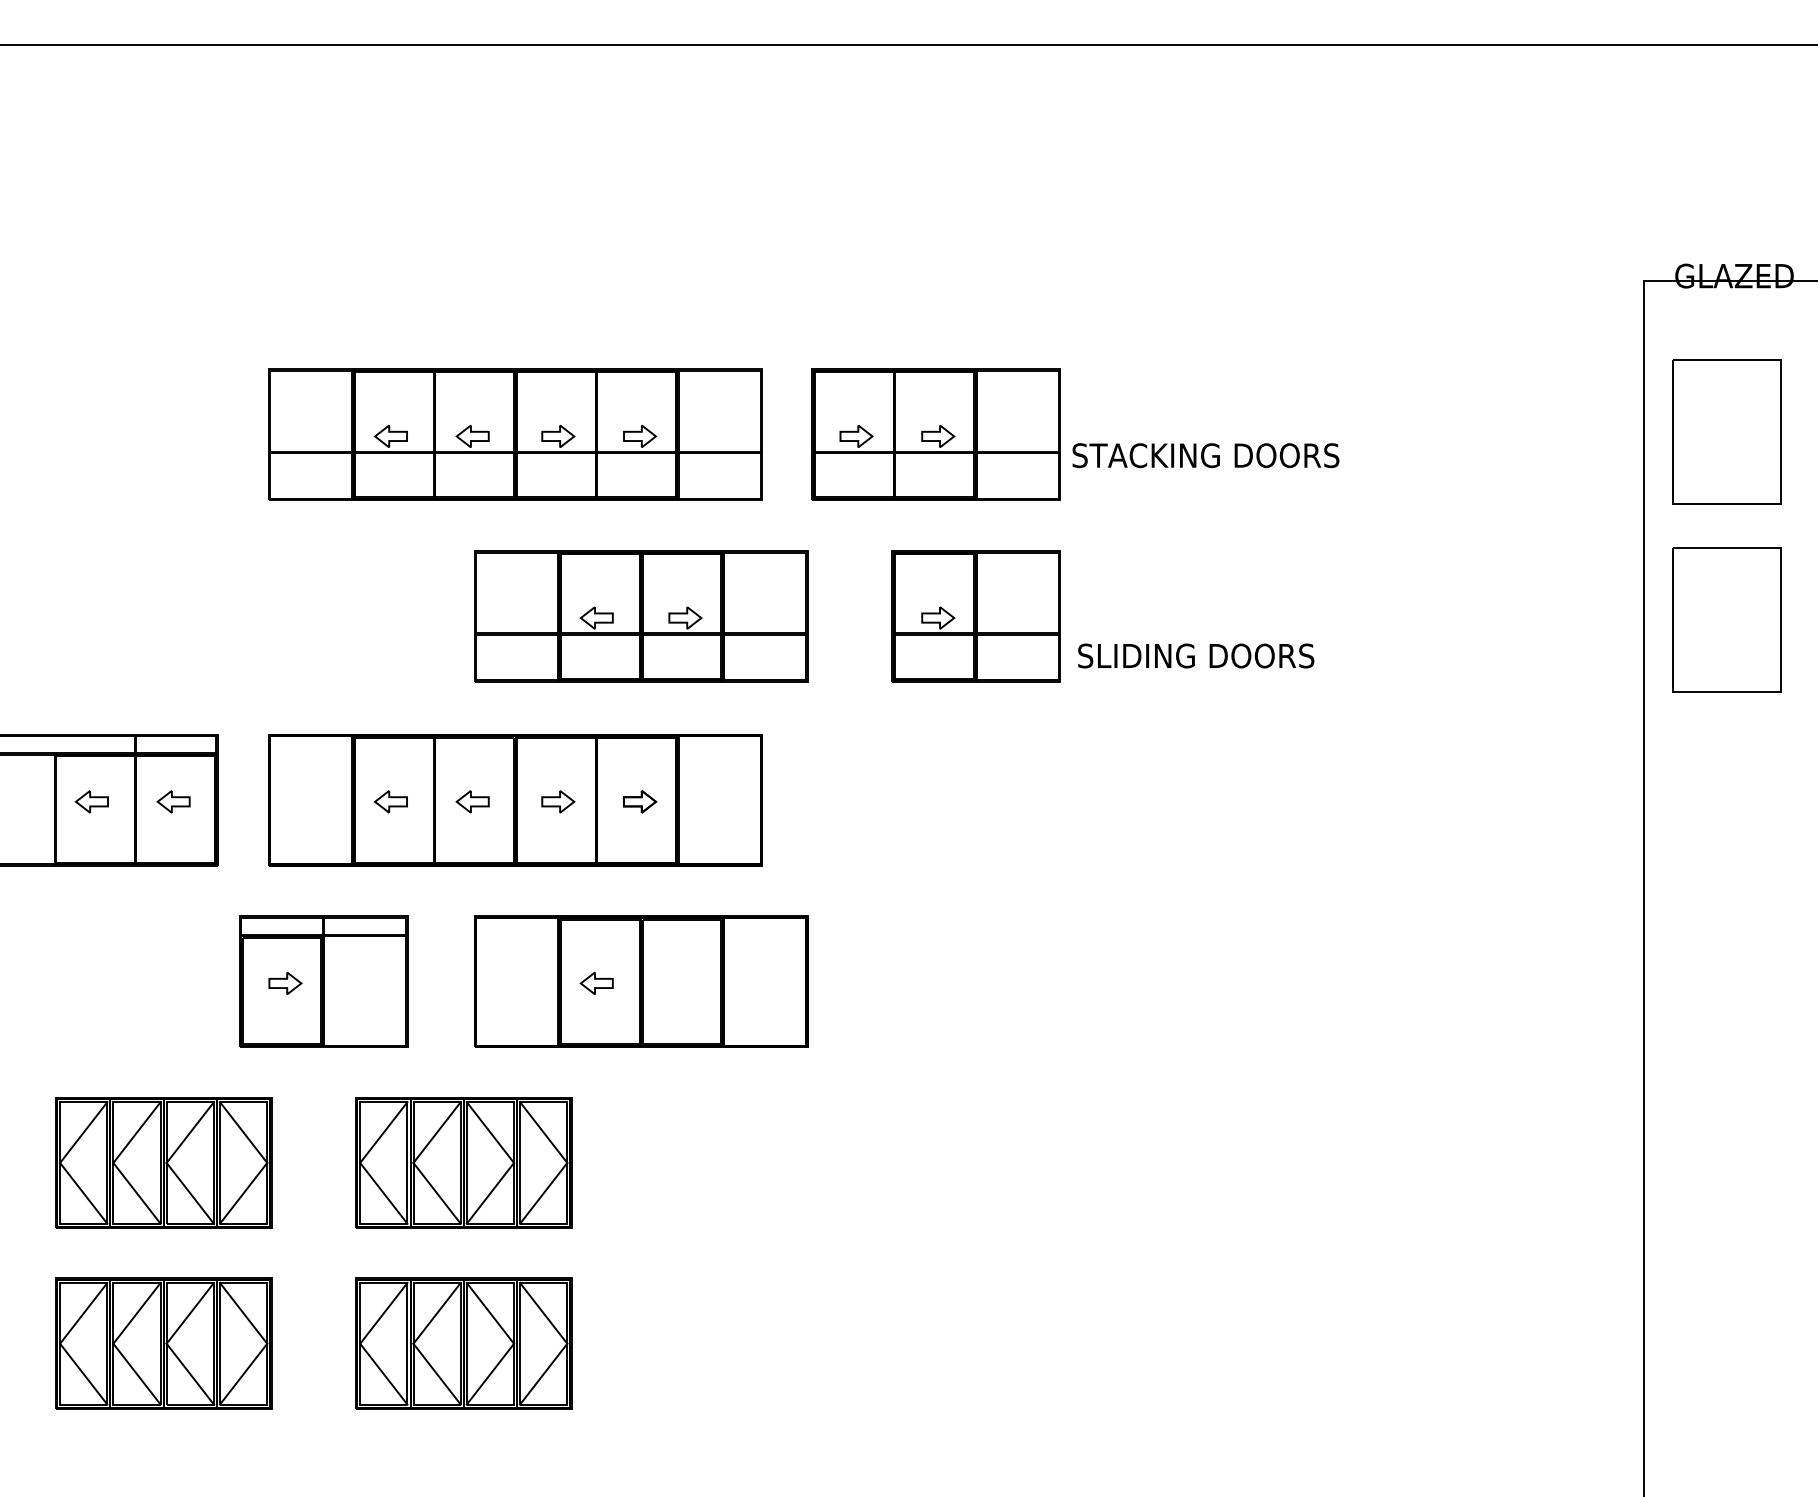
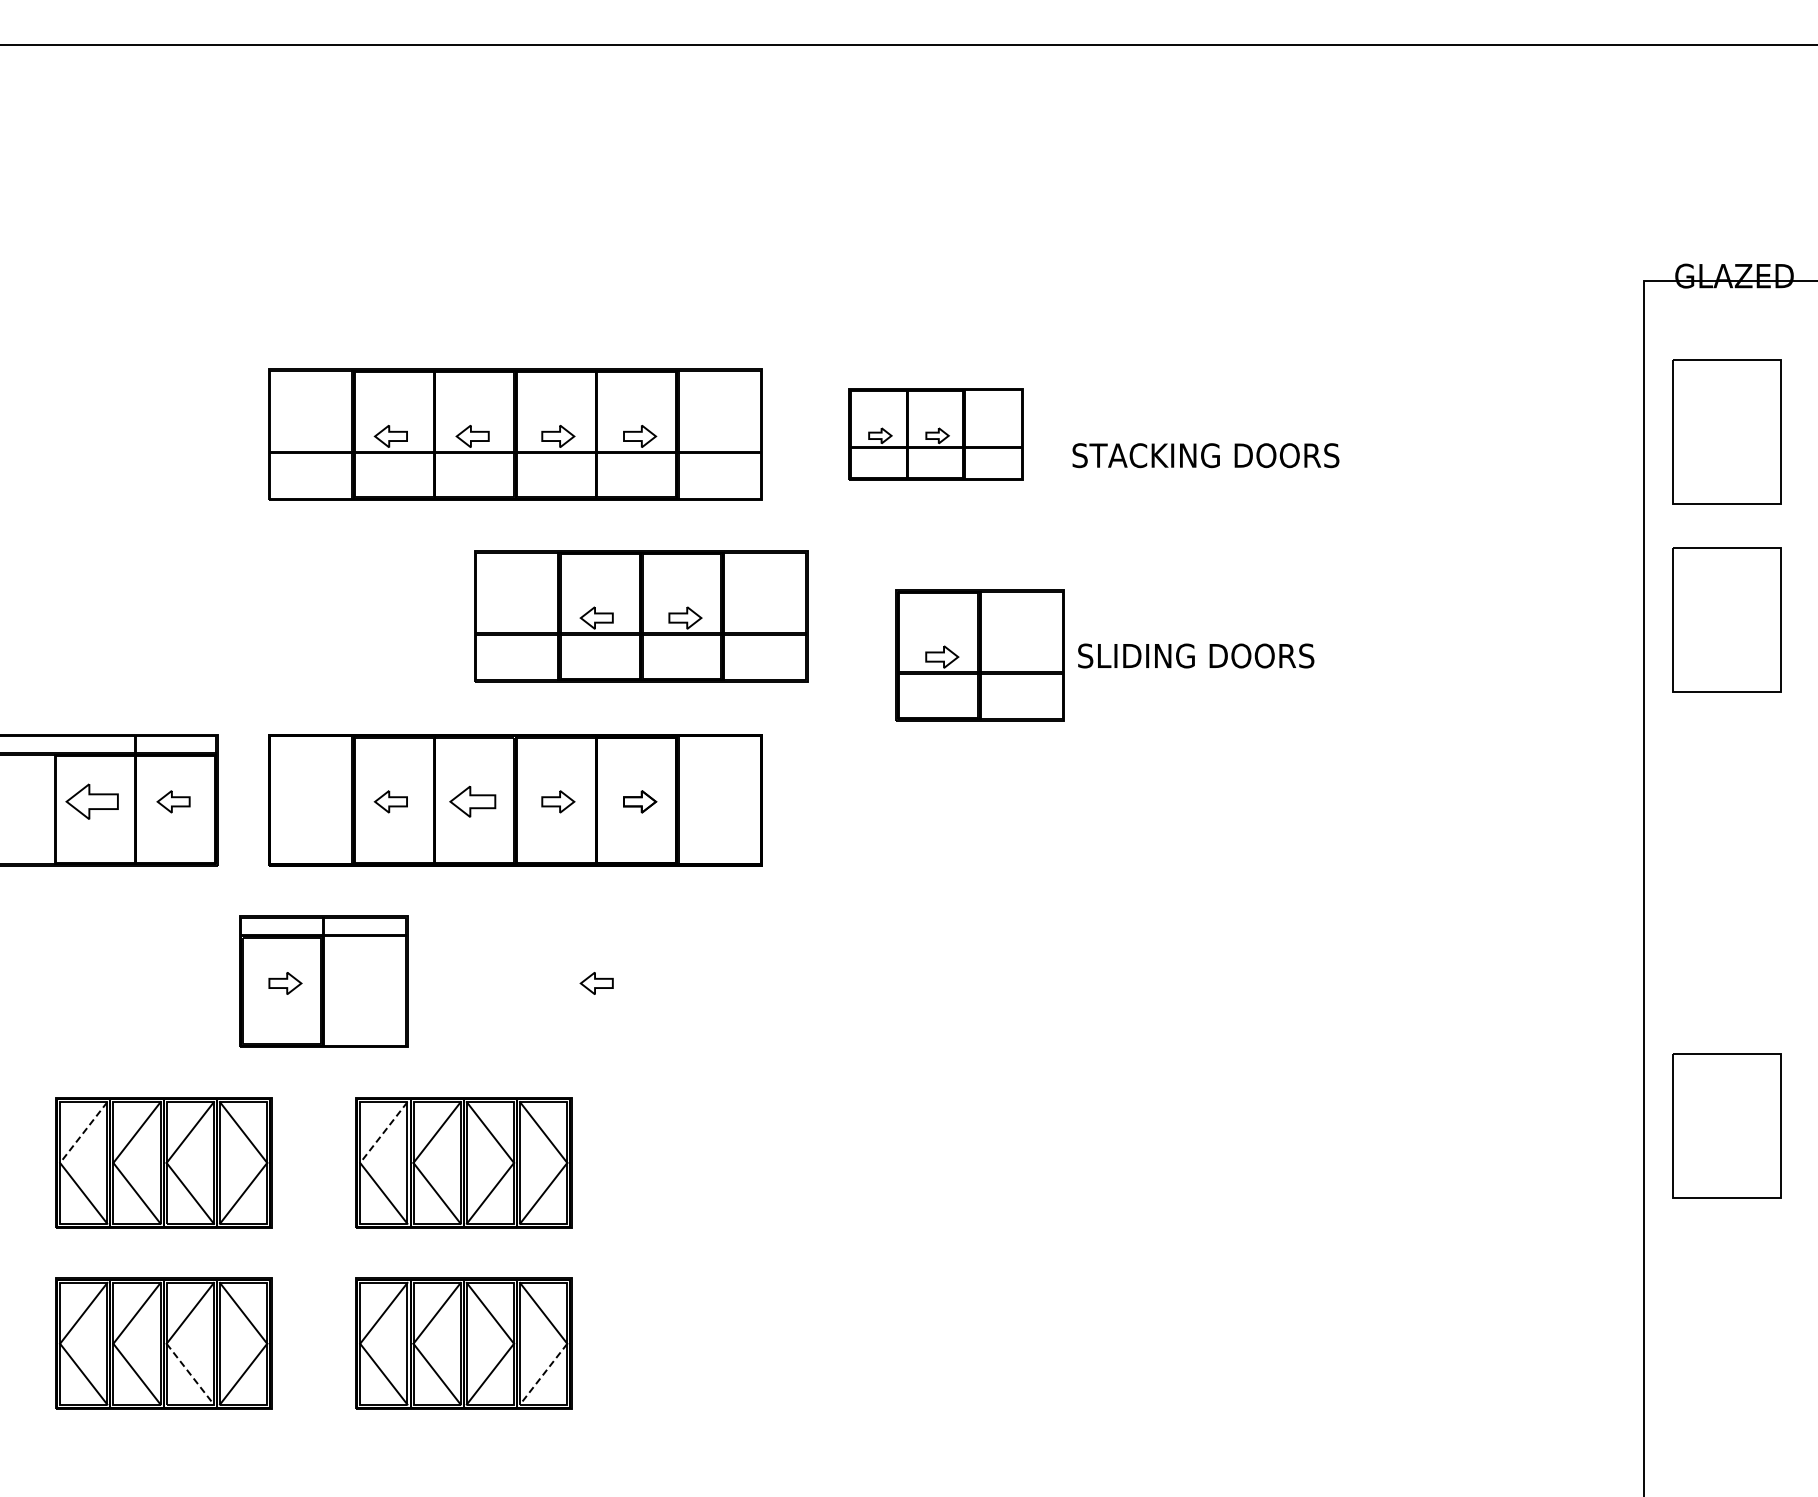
part at (935, 434) size: 250x133 px -> 176x93 px
part at (975, 616) position: (975, 616) -> (979, 655)
part at (91, 801) size: 35x24 px -> 54x37 px
part at (472, 801) size: 35x24 px -> 48x33 px
part at (641, 981): present -> none
part at (1726, 1125): none -> present
line at (83, 1132): solid -> dashed
line at (383, 1132): solid -> dashed
line at (190, 1374): solid -> dashed
line at (543, 1374): solid -> dashed
